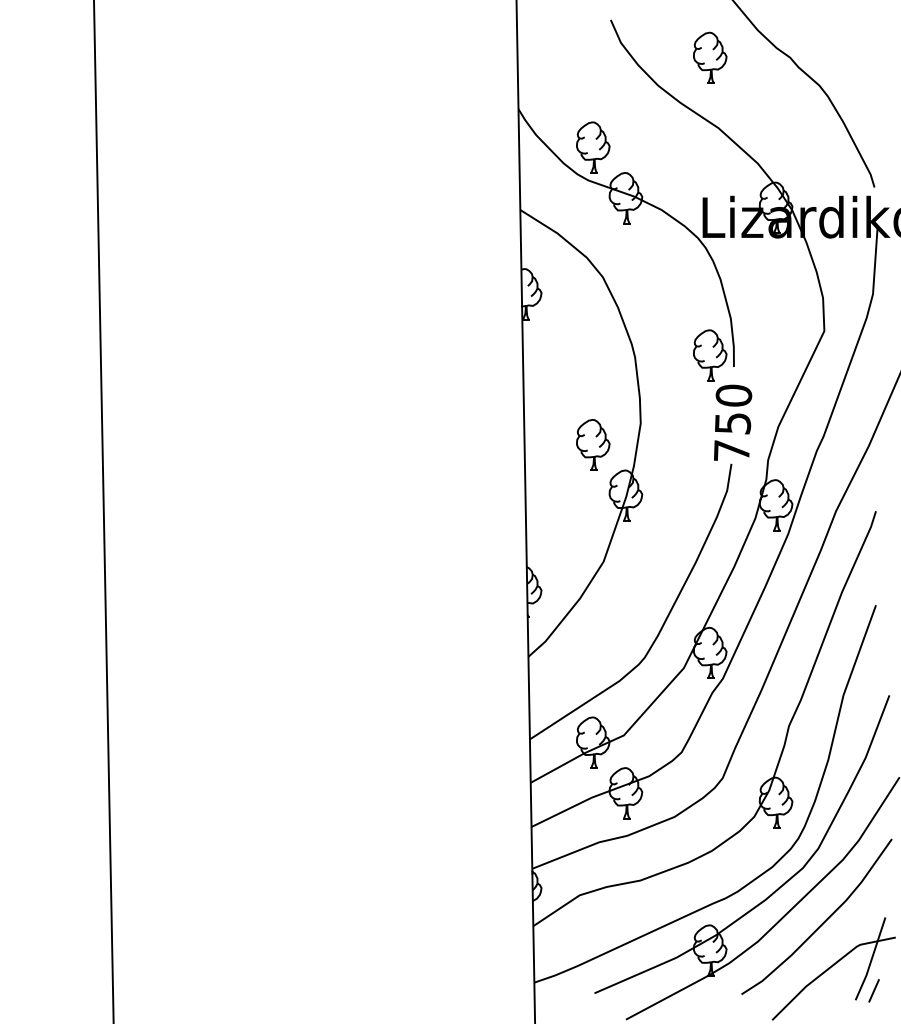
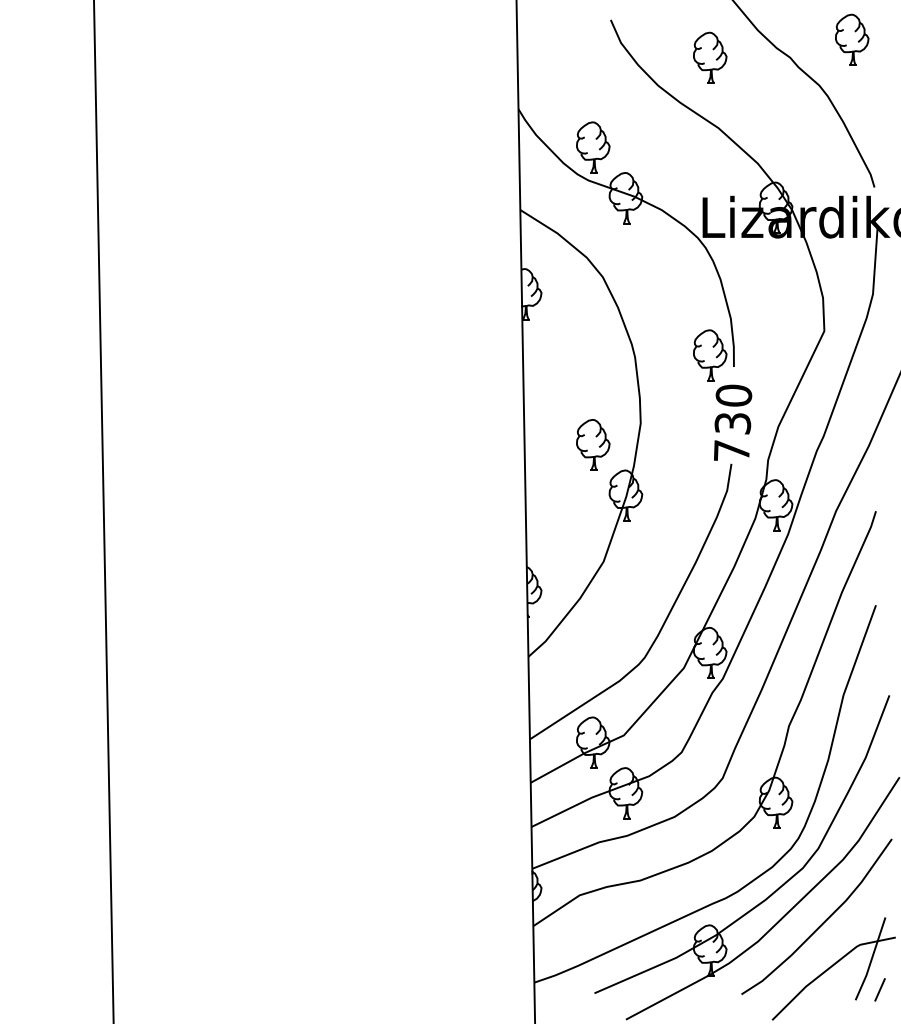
part at (852, 39): none -> present
text at (732, 423): 750 -> 730
line at (873, 990) position: (873, 990) -> (879, 989)
